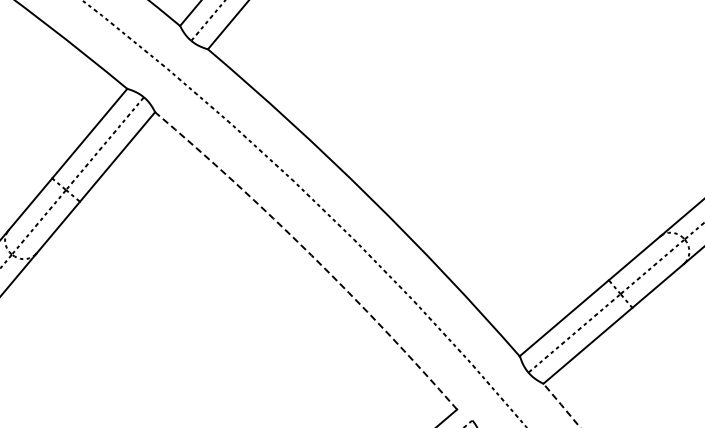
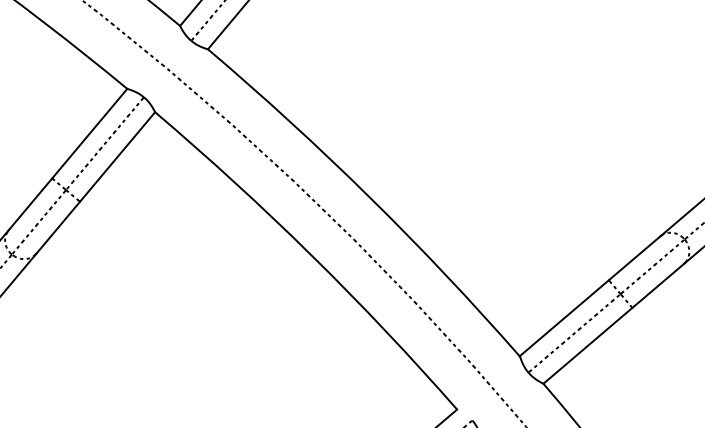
arc at (311, 255): dashed -> solid
arc at (562, 405): dashed -> solid
